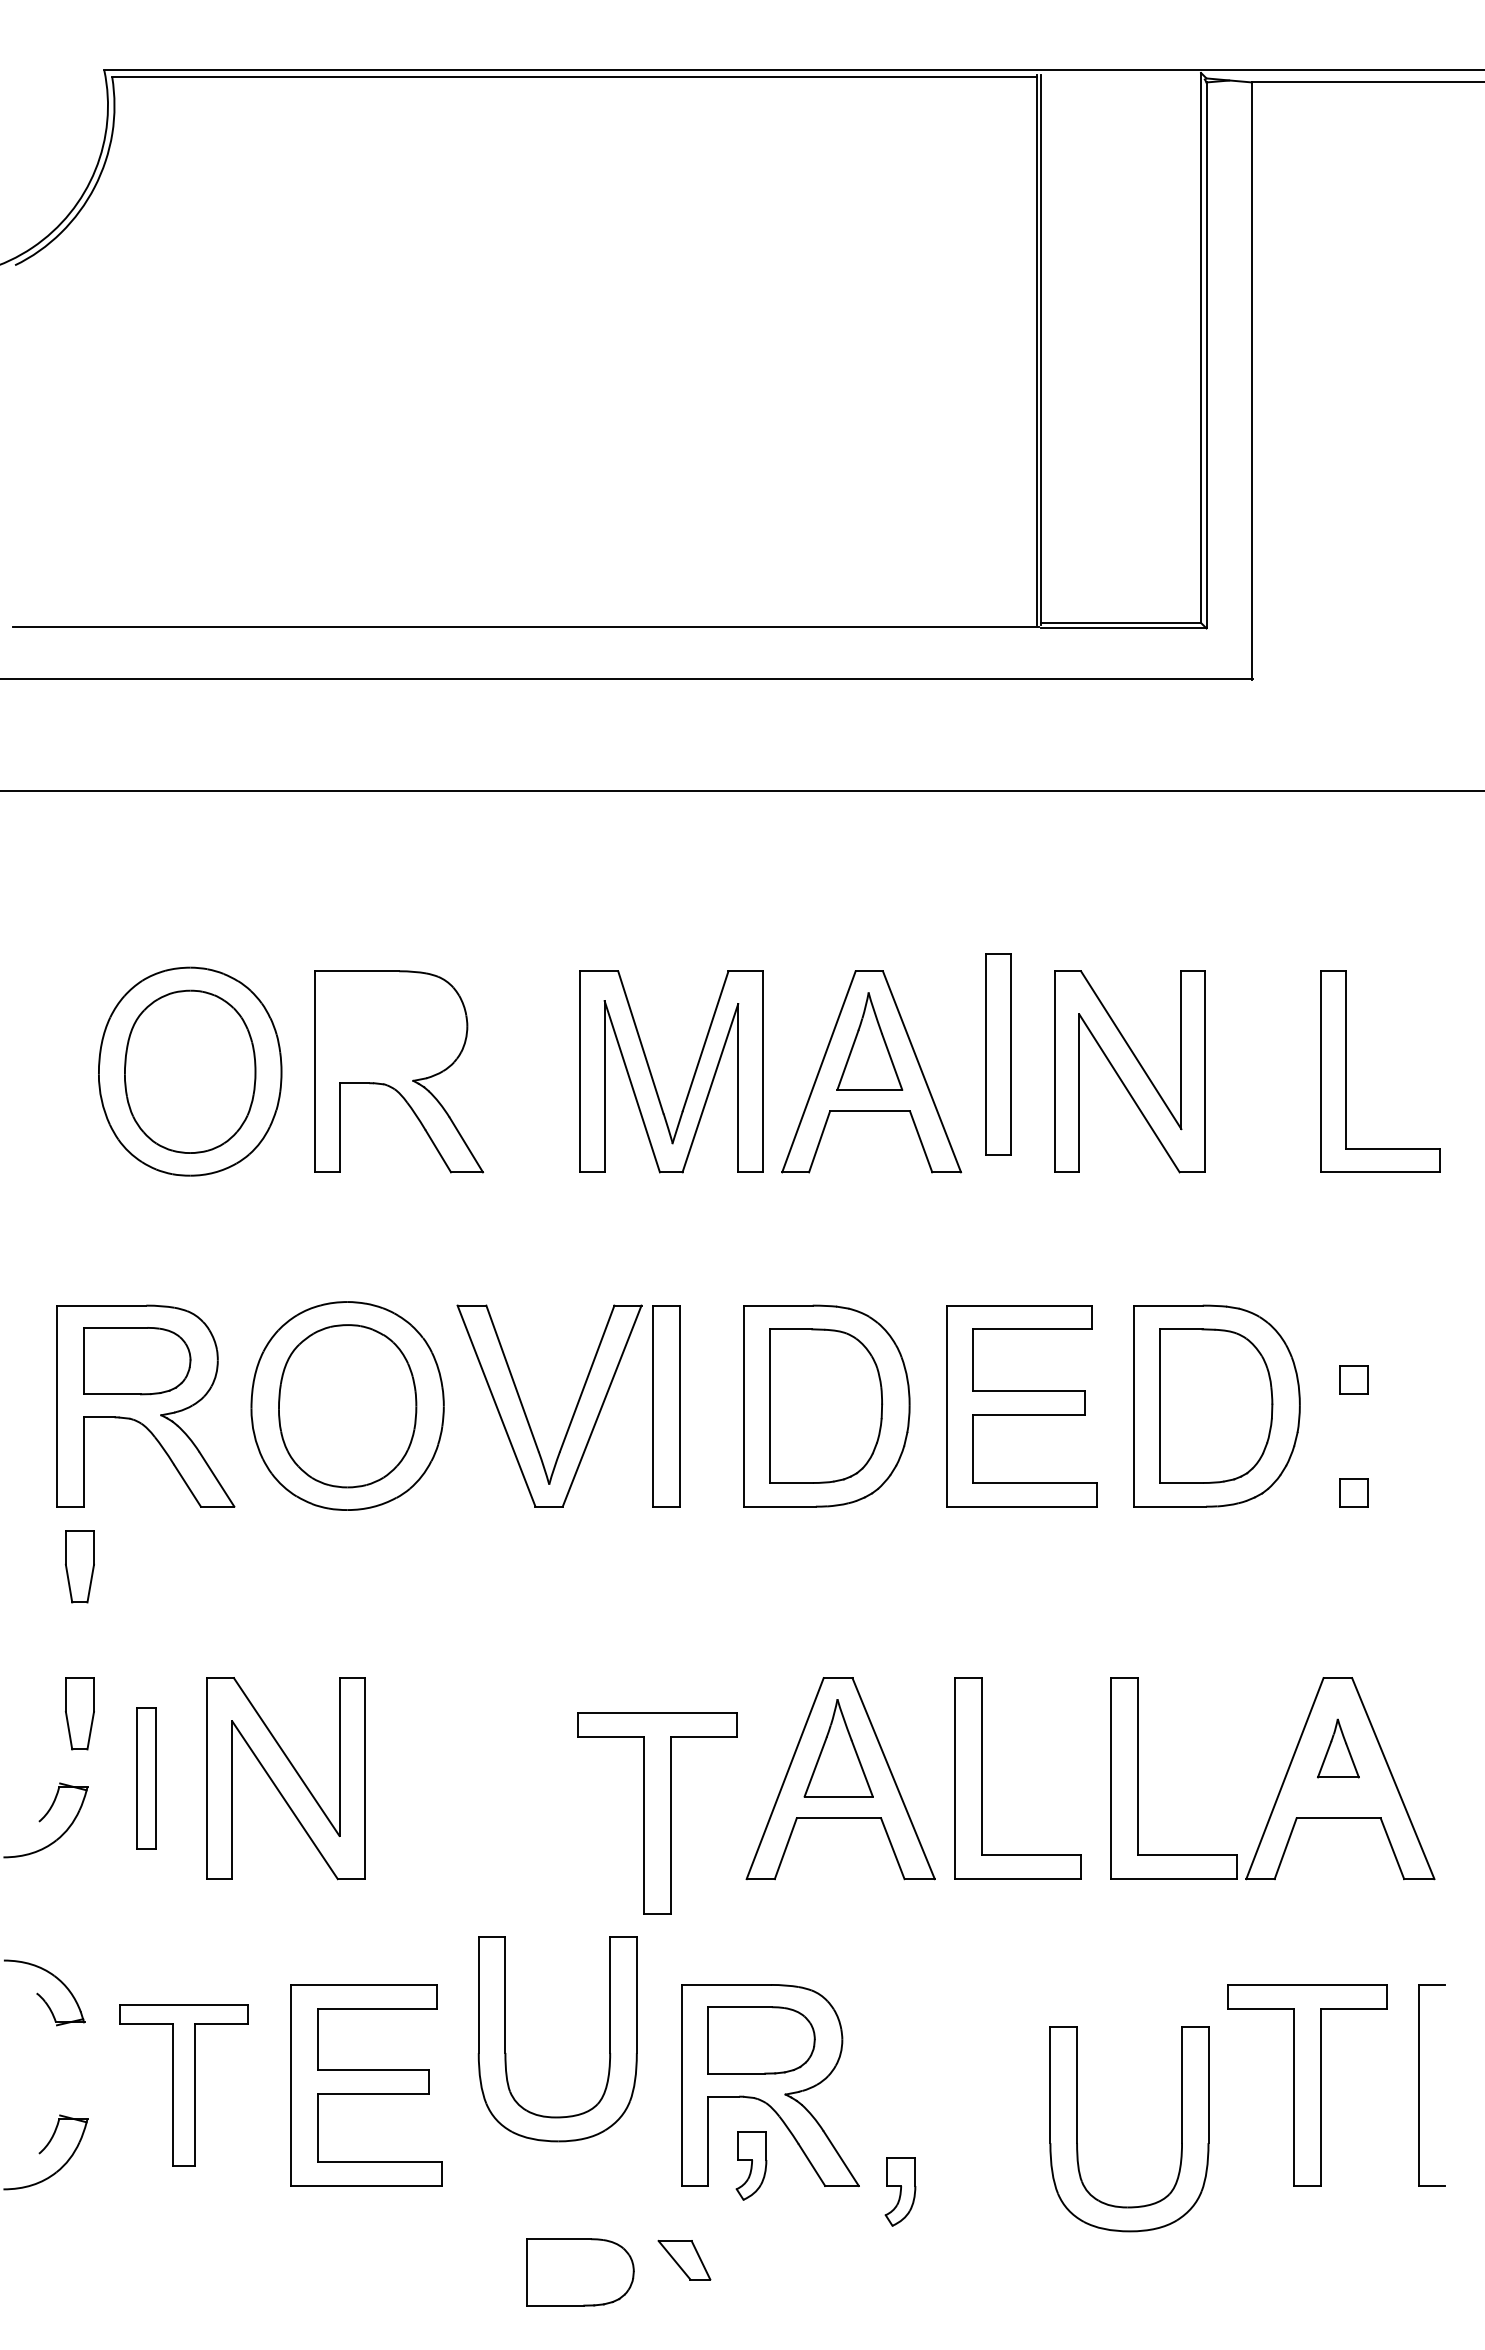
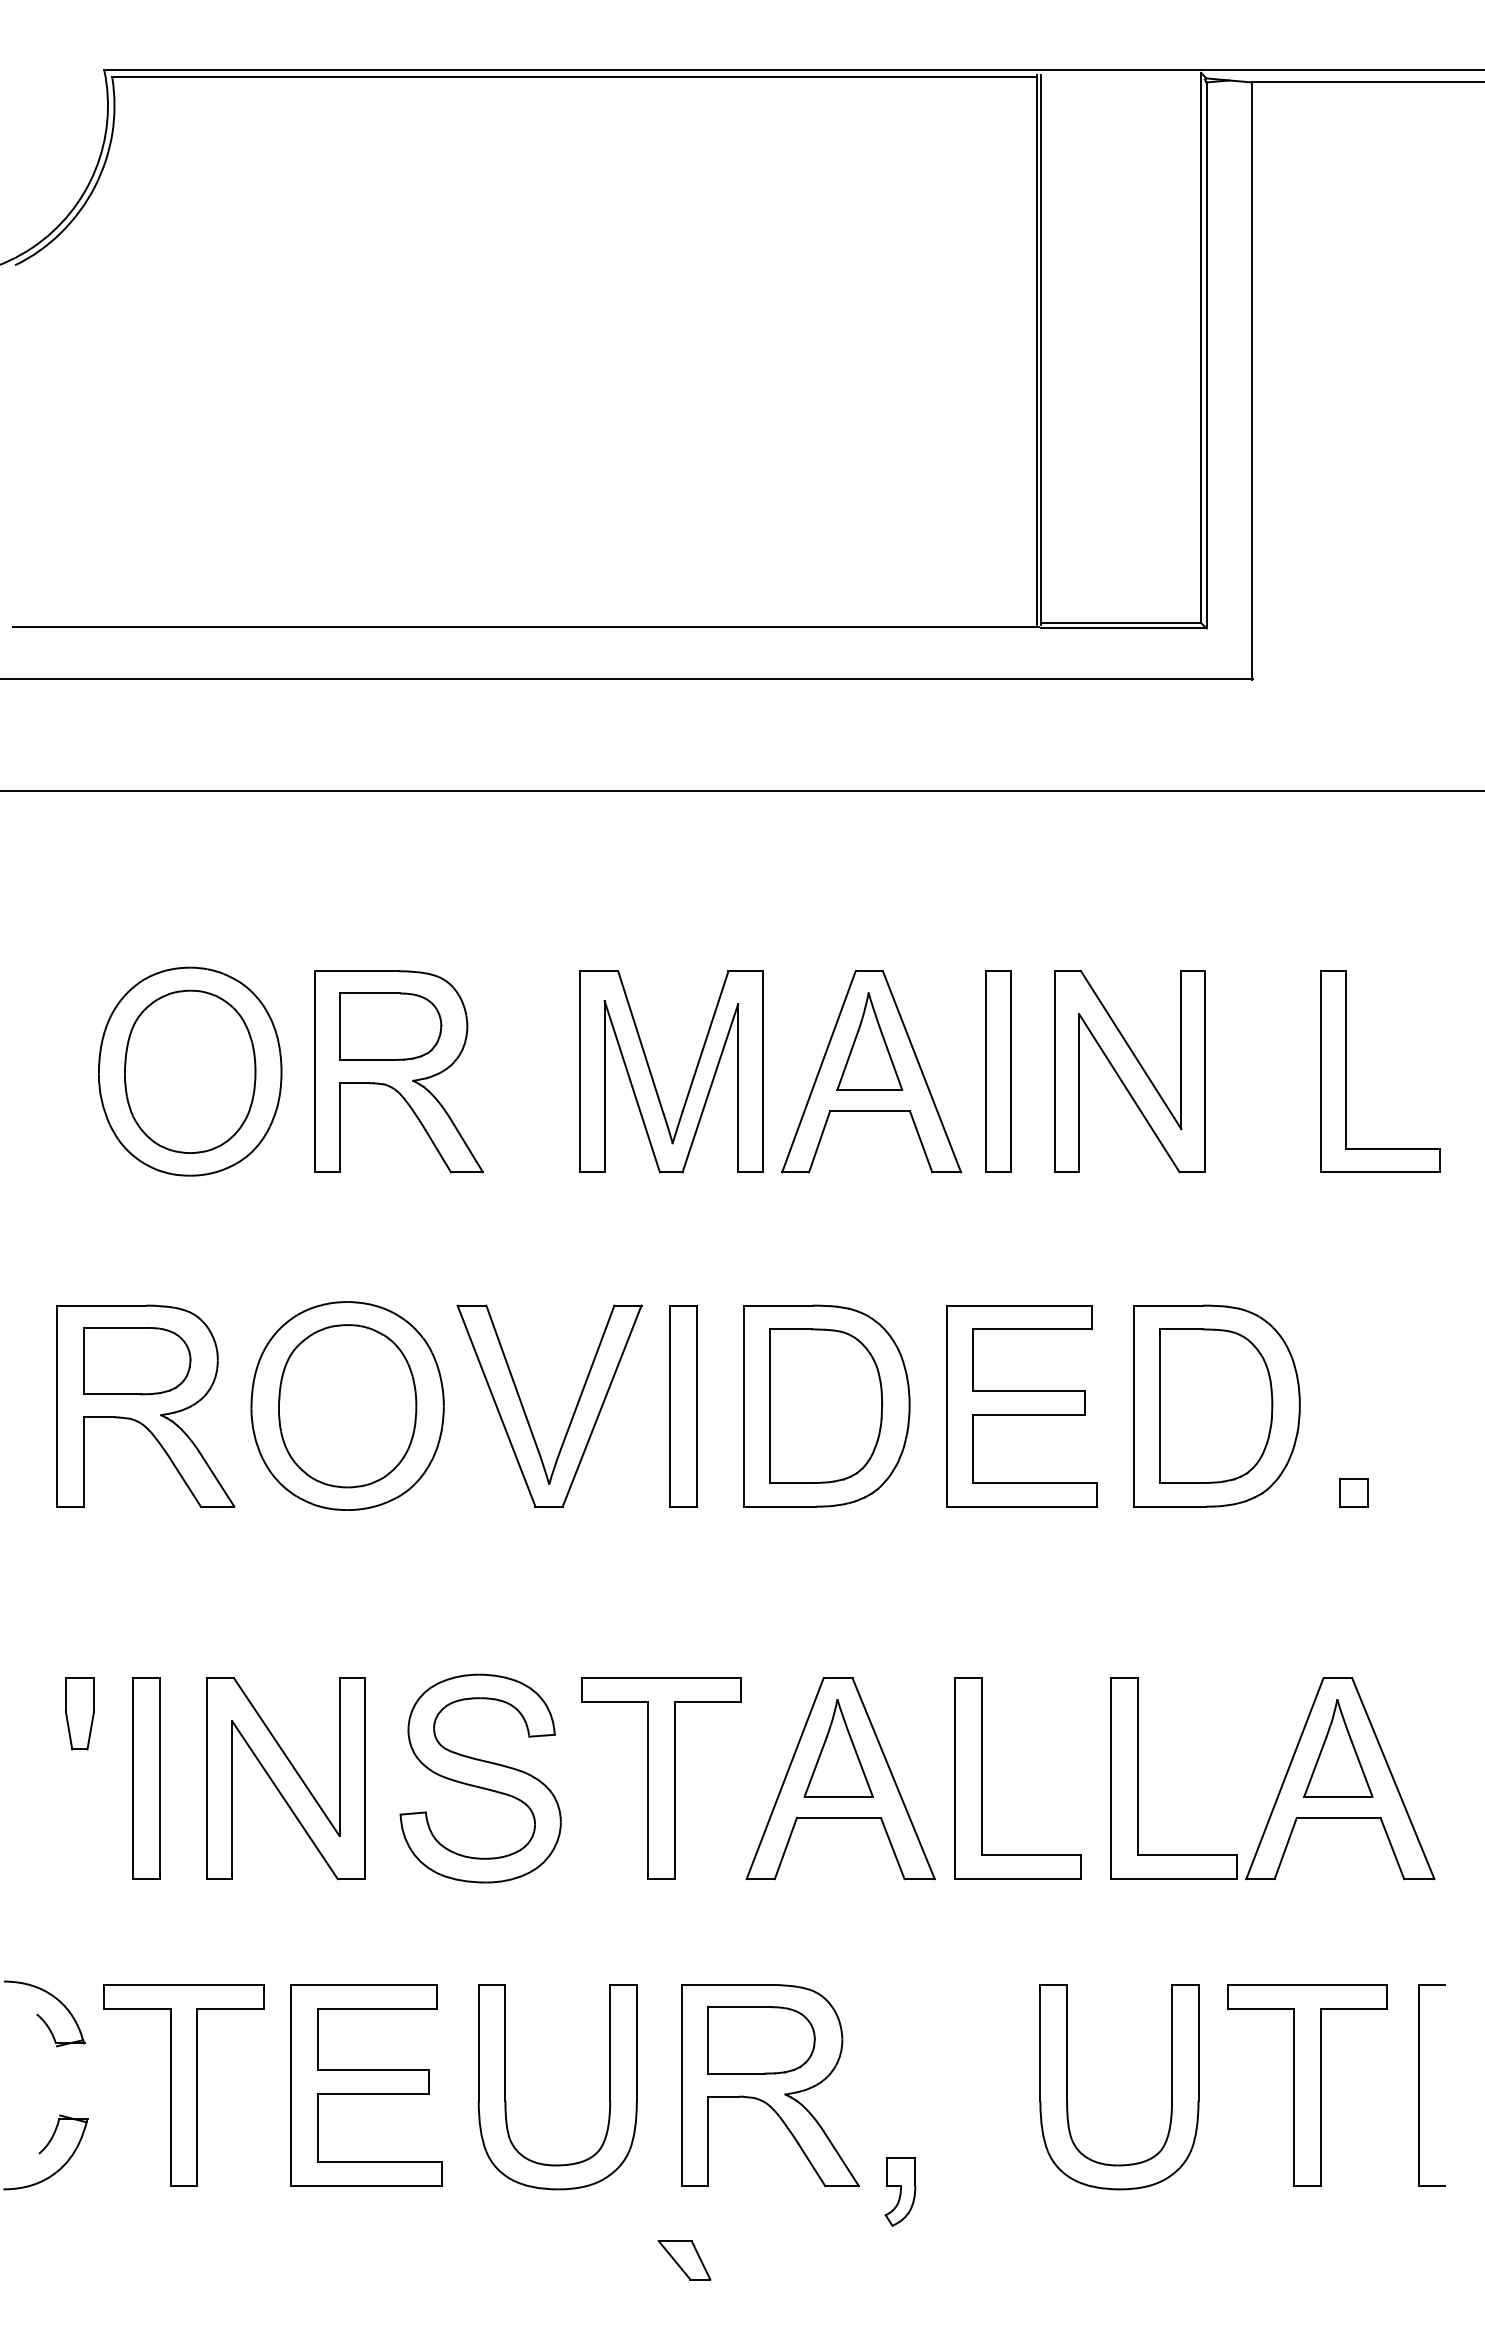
part at (390, 1026): none -> present
part at (998, 1054) position: (998, 1054) -> (998, 1071)
part at (1353, 1379): present -> none
part at (666, 1406) position: (666, 1406) -> (683, 1406)
part at (79, 1566): present -> none
part at (1338, 1748) size: 43x61 px -> 71x99 px
part at (146, 1778) size: 21x143 px -> 29x203 px
part at (480, 1778): none -> present
part at (657, 1813) position: (657, 1813) -> (661, 1778)
part at (45, 1820): present -> none
part at (44, 1992) position: (44, 1992) -> (44, 2013)
part at (505, 2039) position: (505, 2039) -> (505, 2087)
part at (183, 2085) size: 130x163 px -> 162x203 px
part at (1077, 2129) position: (1077, 2129) -> (1067, 2087)
part at (751, 2165): present -> none
part at (580, 2272): present -> none
